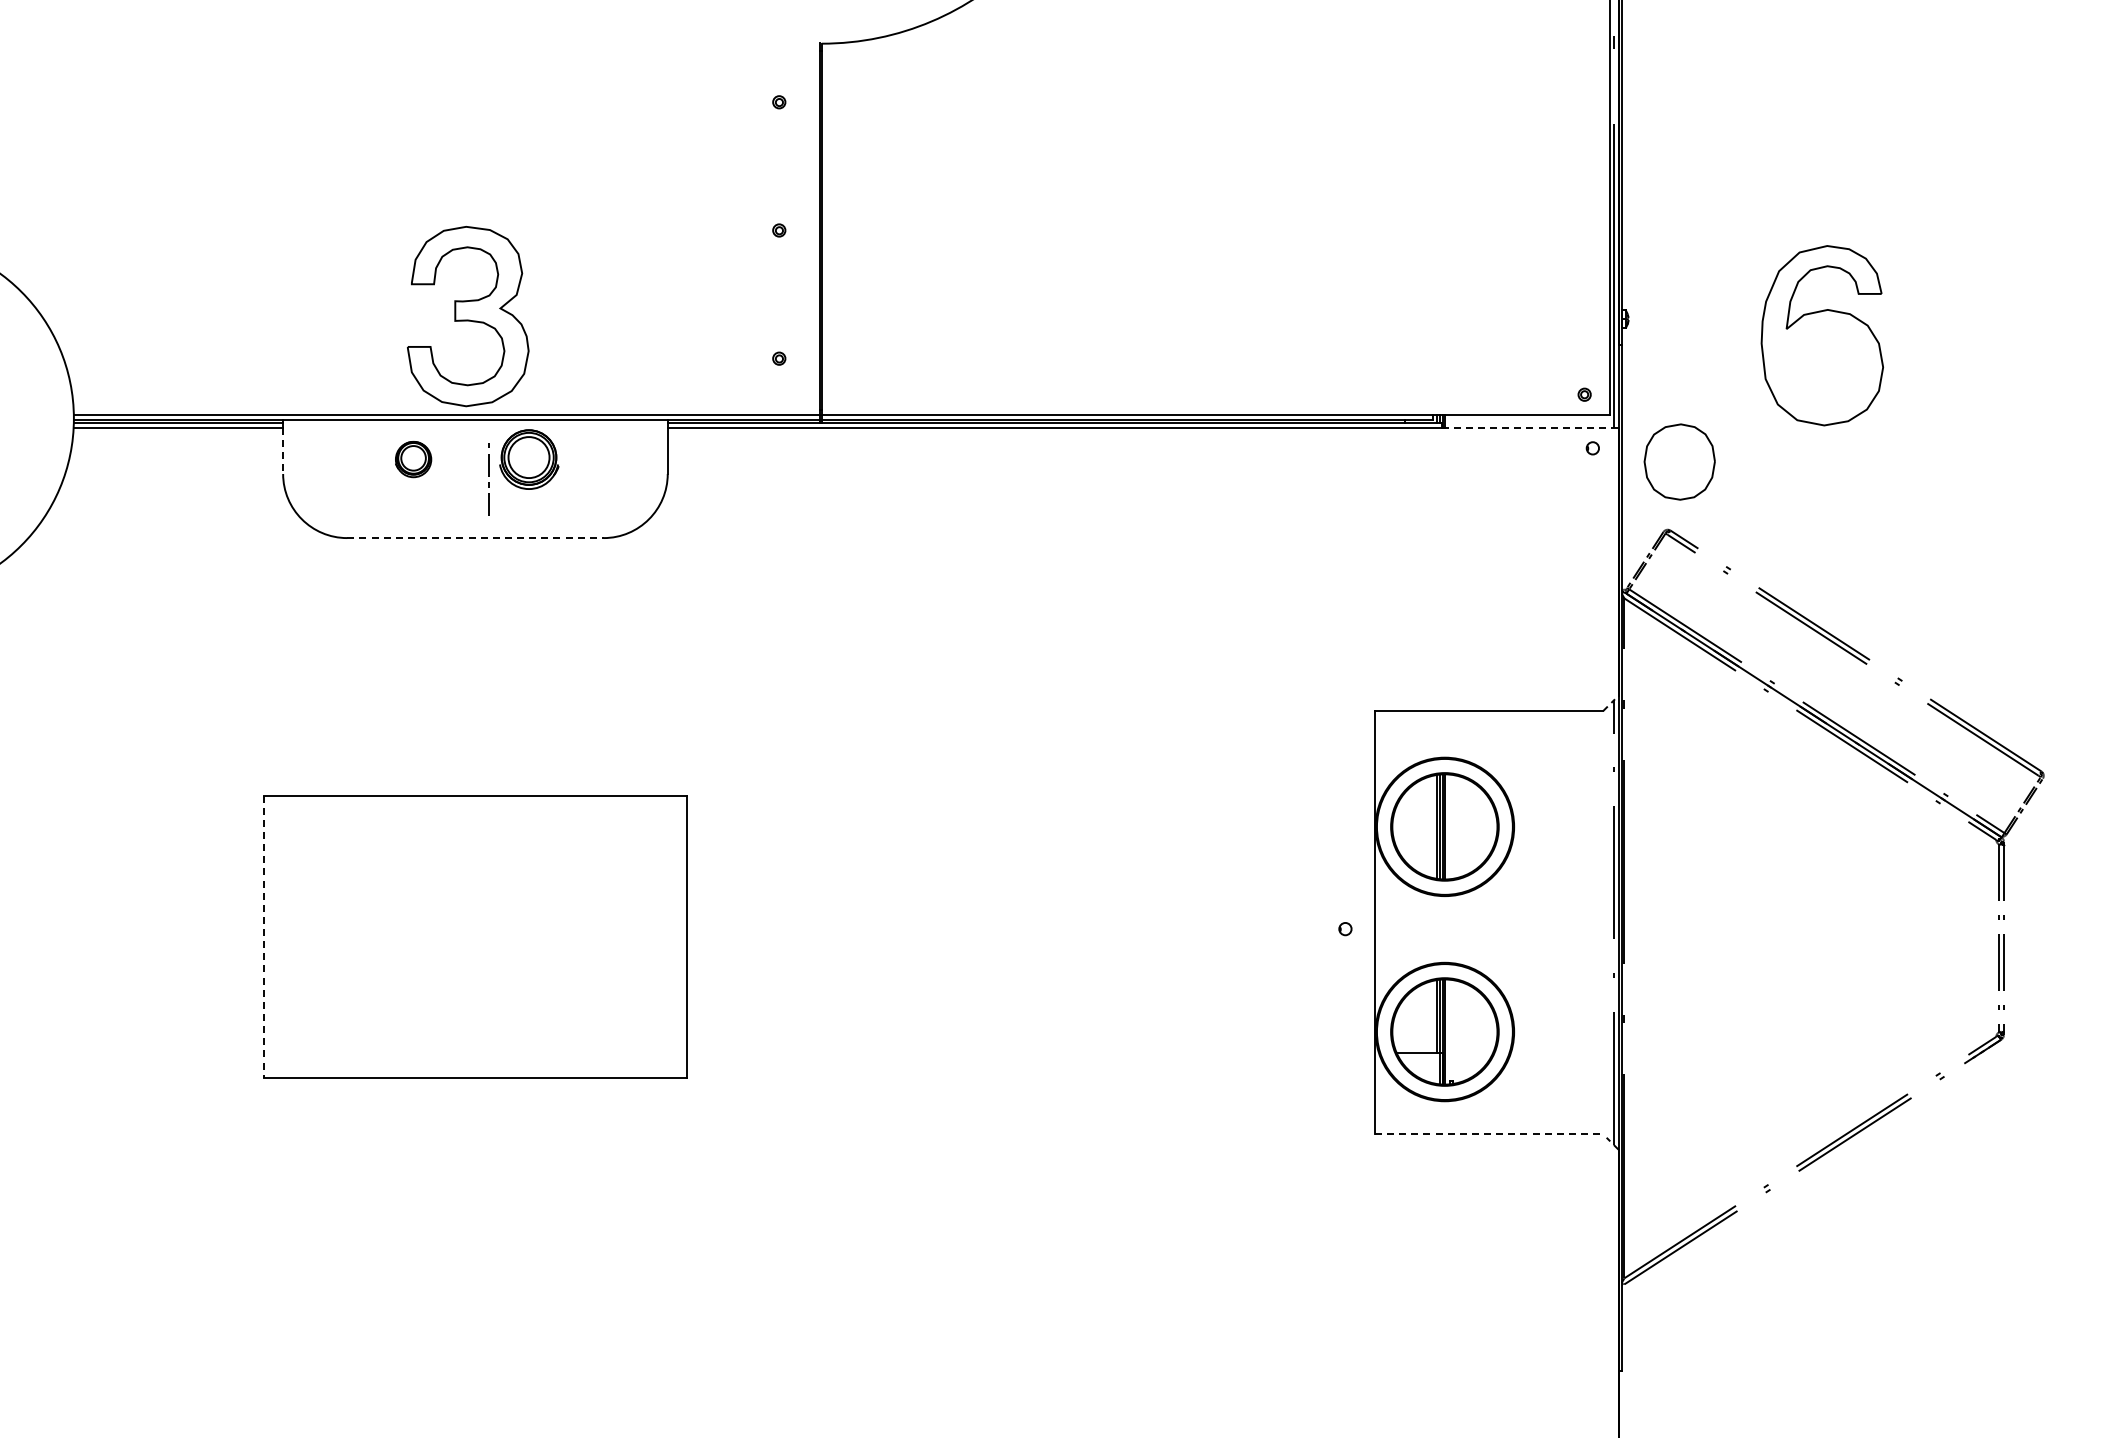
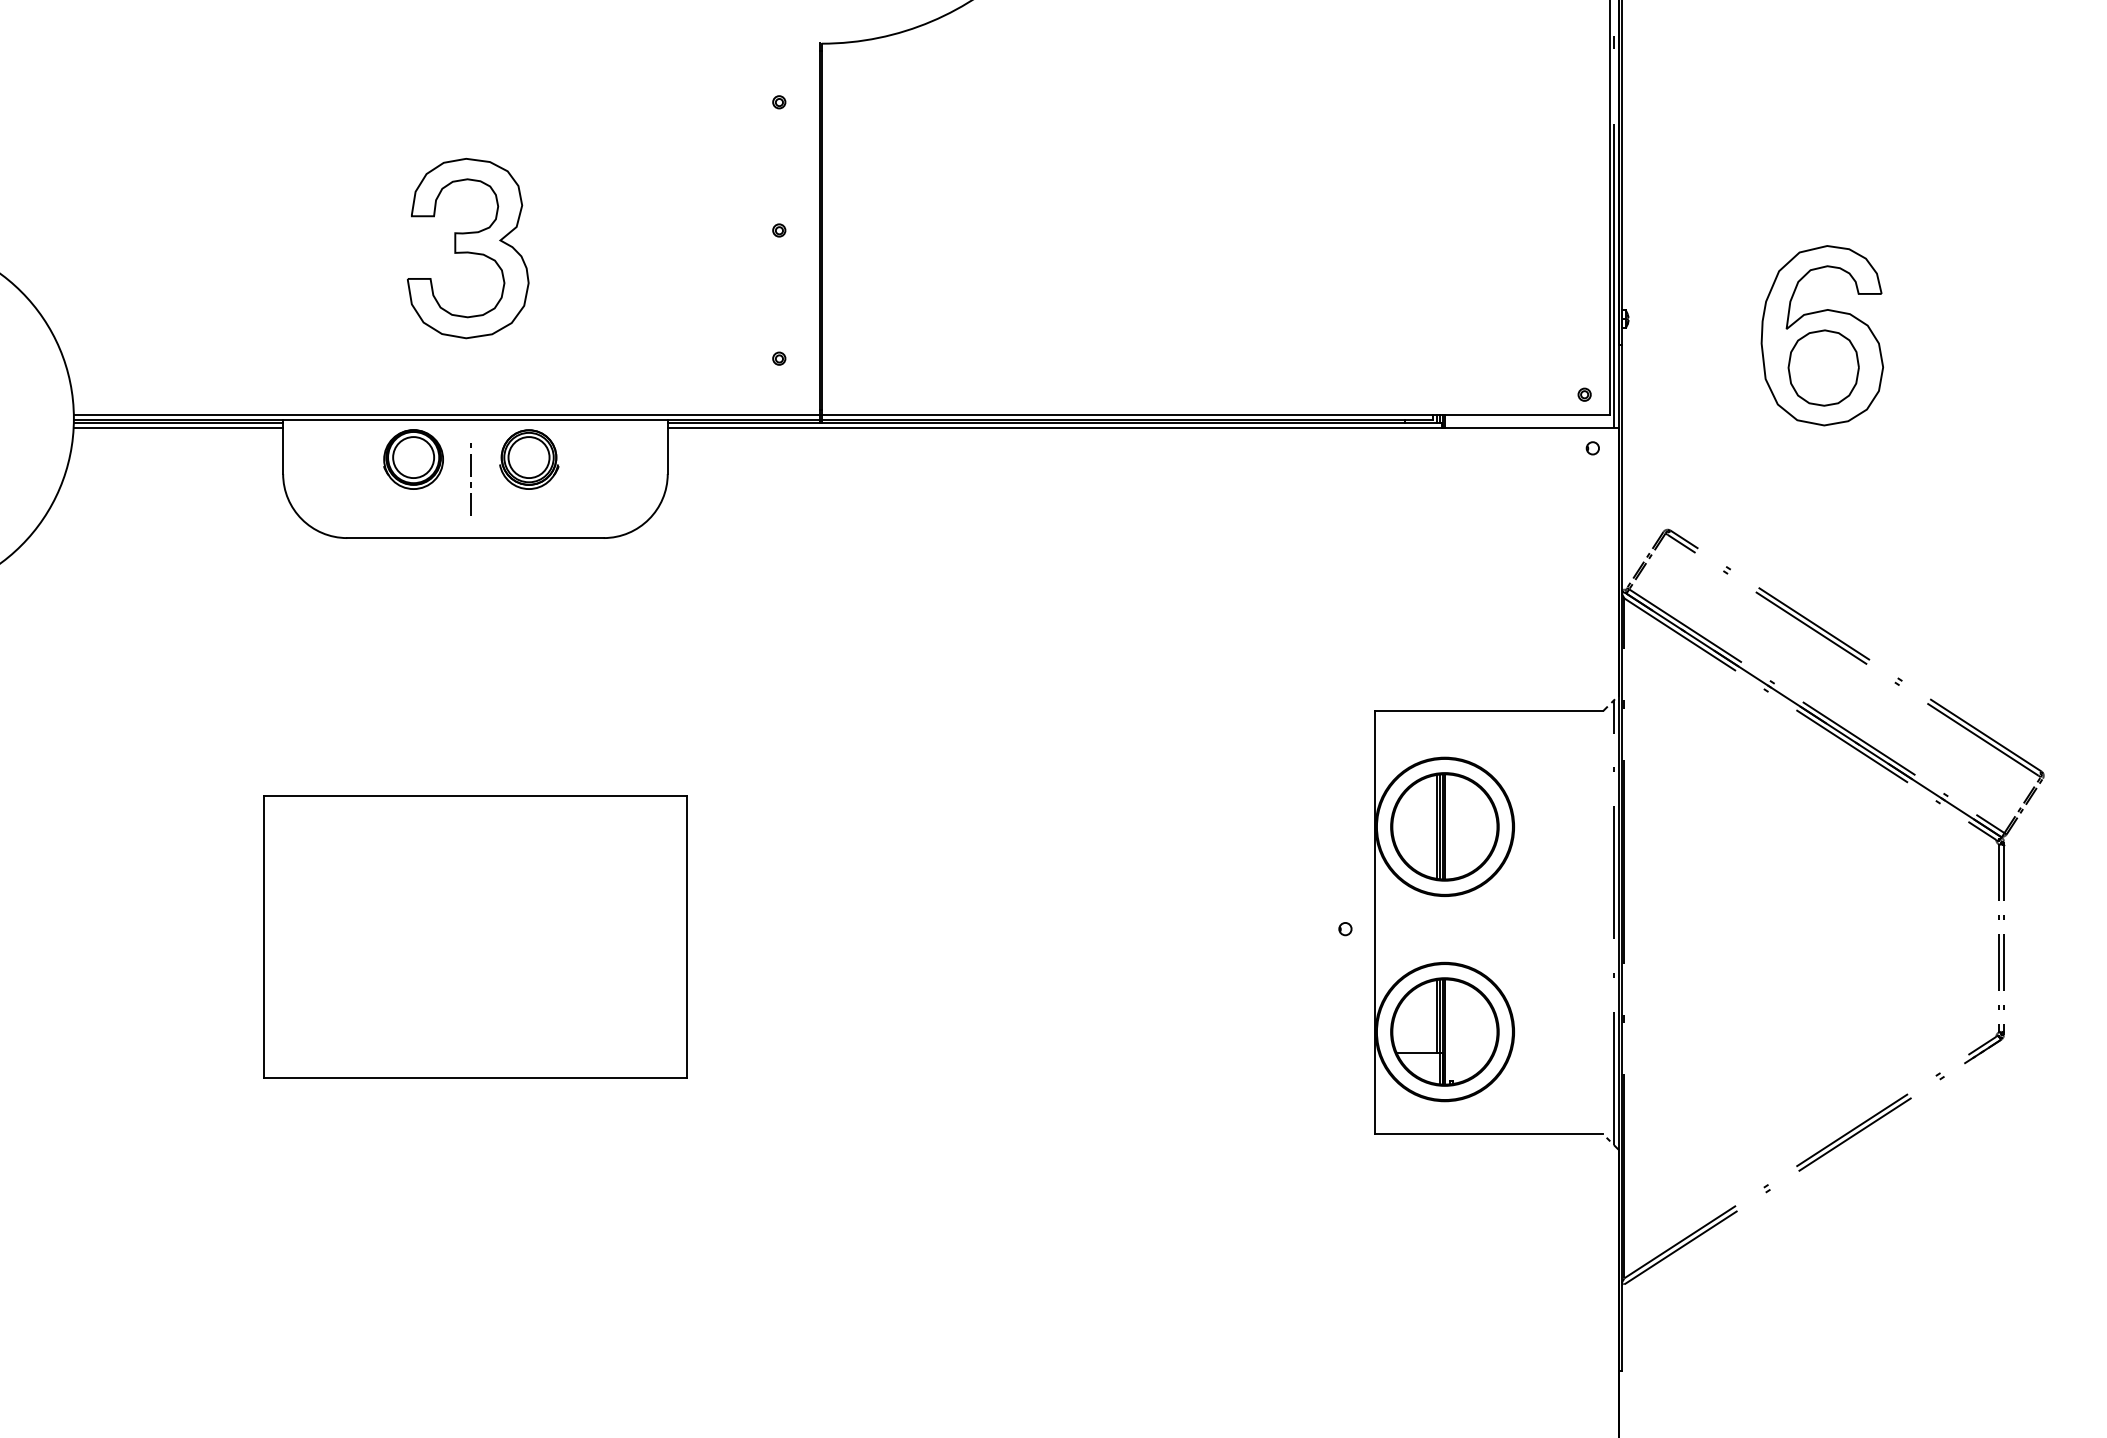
part at (468, 316) position: (468, 316) -> (468, 248)
line at (1530, 427): dashed -> solid
line at (283, 451): dashed -> solid
part at (413, 459) size: 38x38 px -> 61x61 px
part at (1679, 461) position: (1679, 461) -> (1823, 367)
line at (488, 476) position: (488, 476) -> (470, 476)
line at (475, 538): dashed -> solid
line at (263, 937): dashed -> solid
line at (1489, 1134): dashed -> solid
